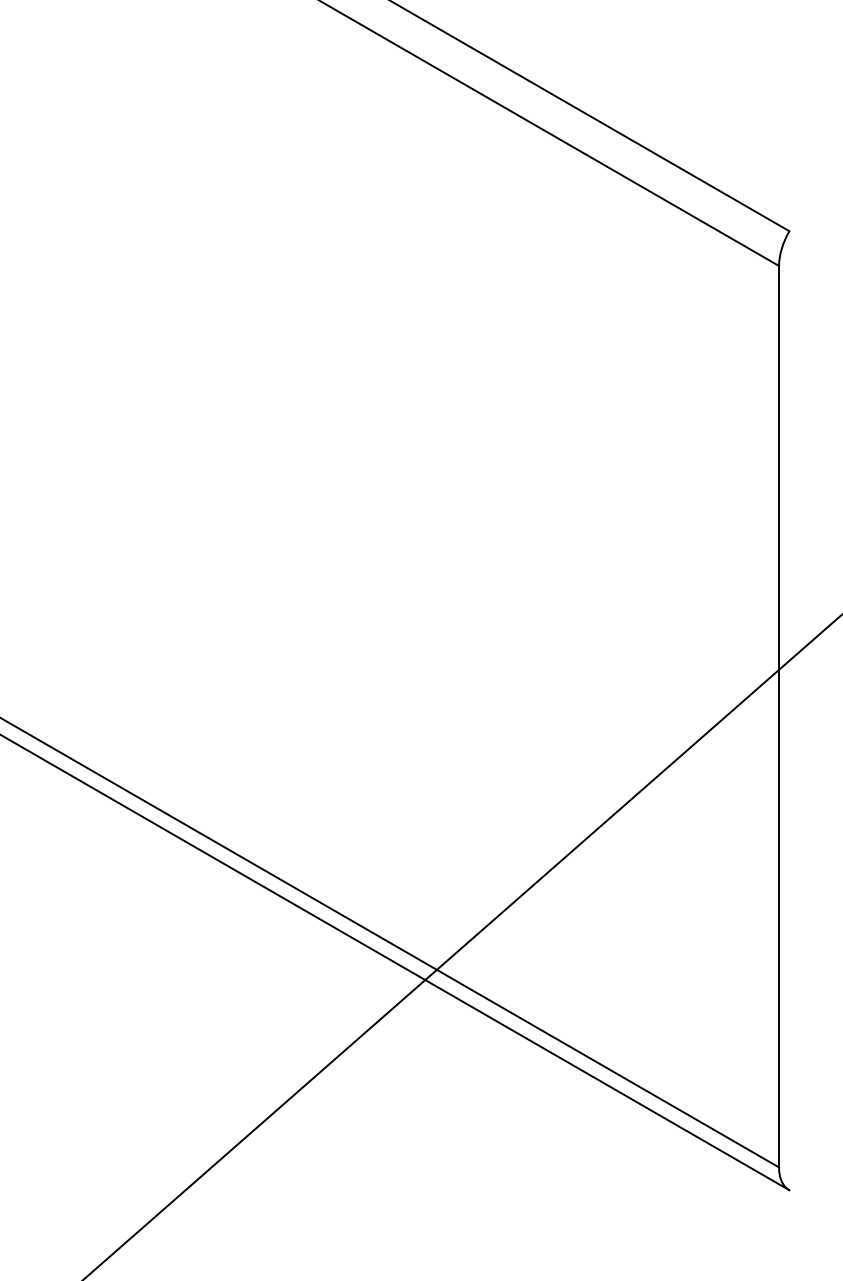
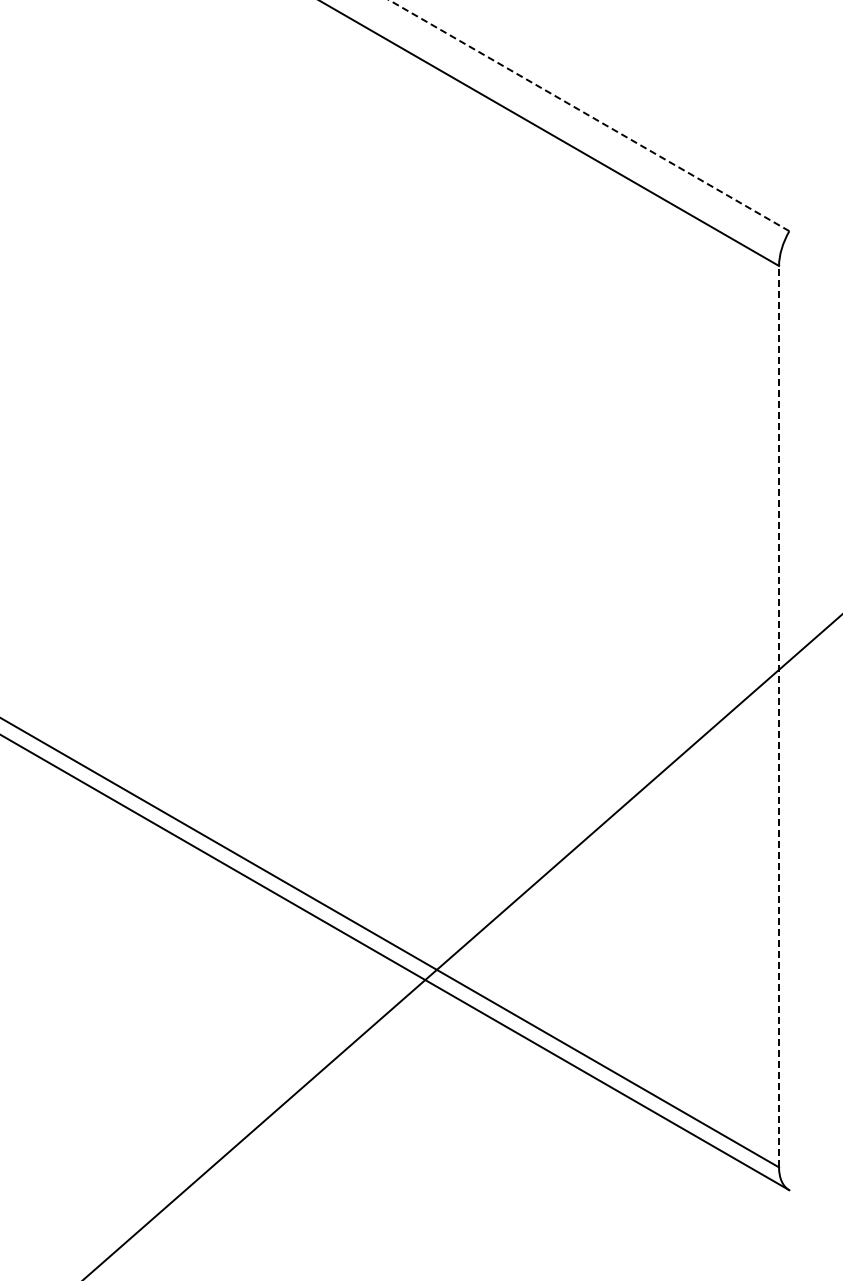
line at (589, 115): solid -> dashed
line at (779, 716): solid -> dashed
